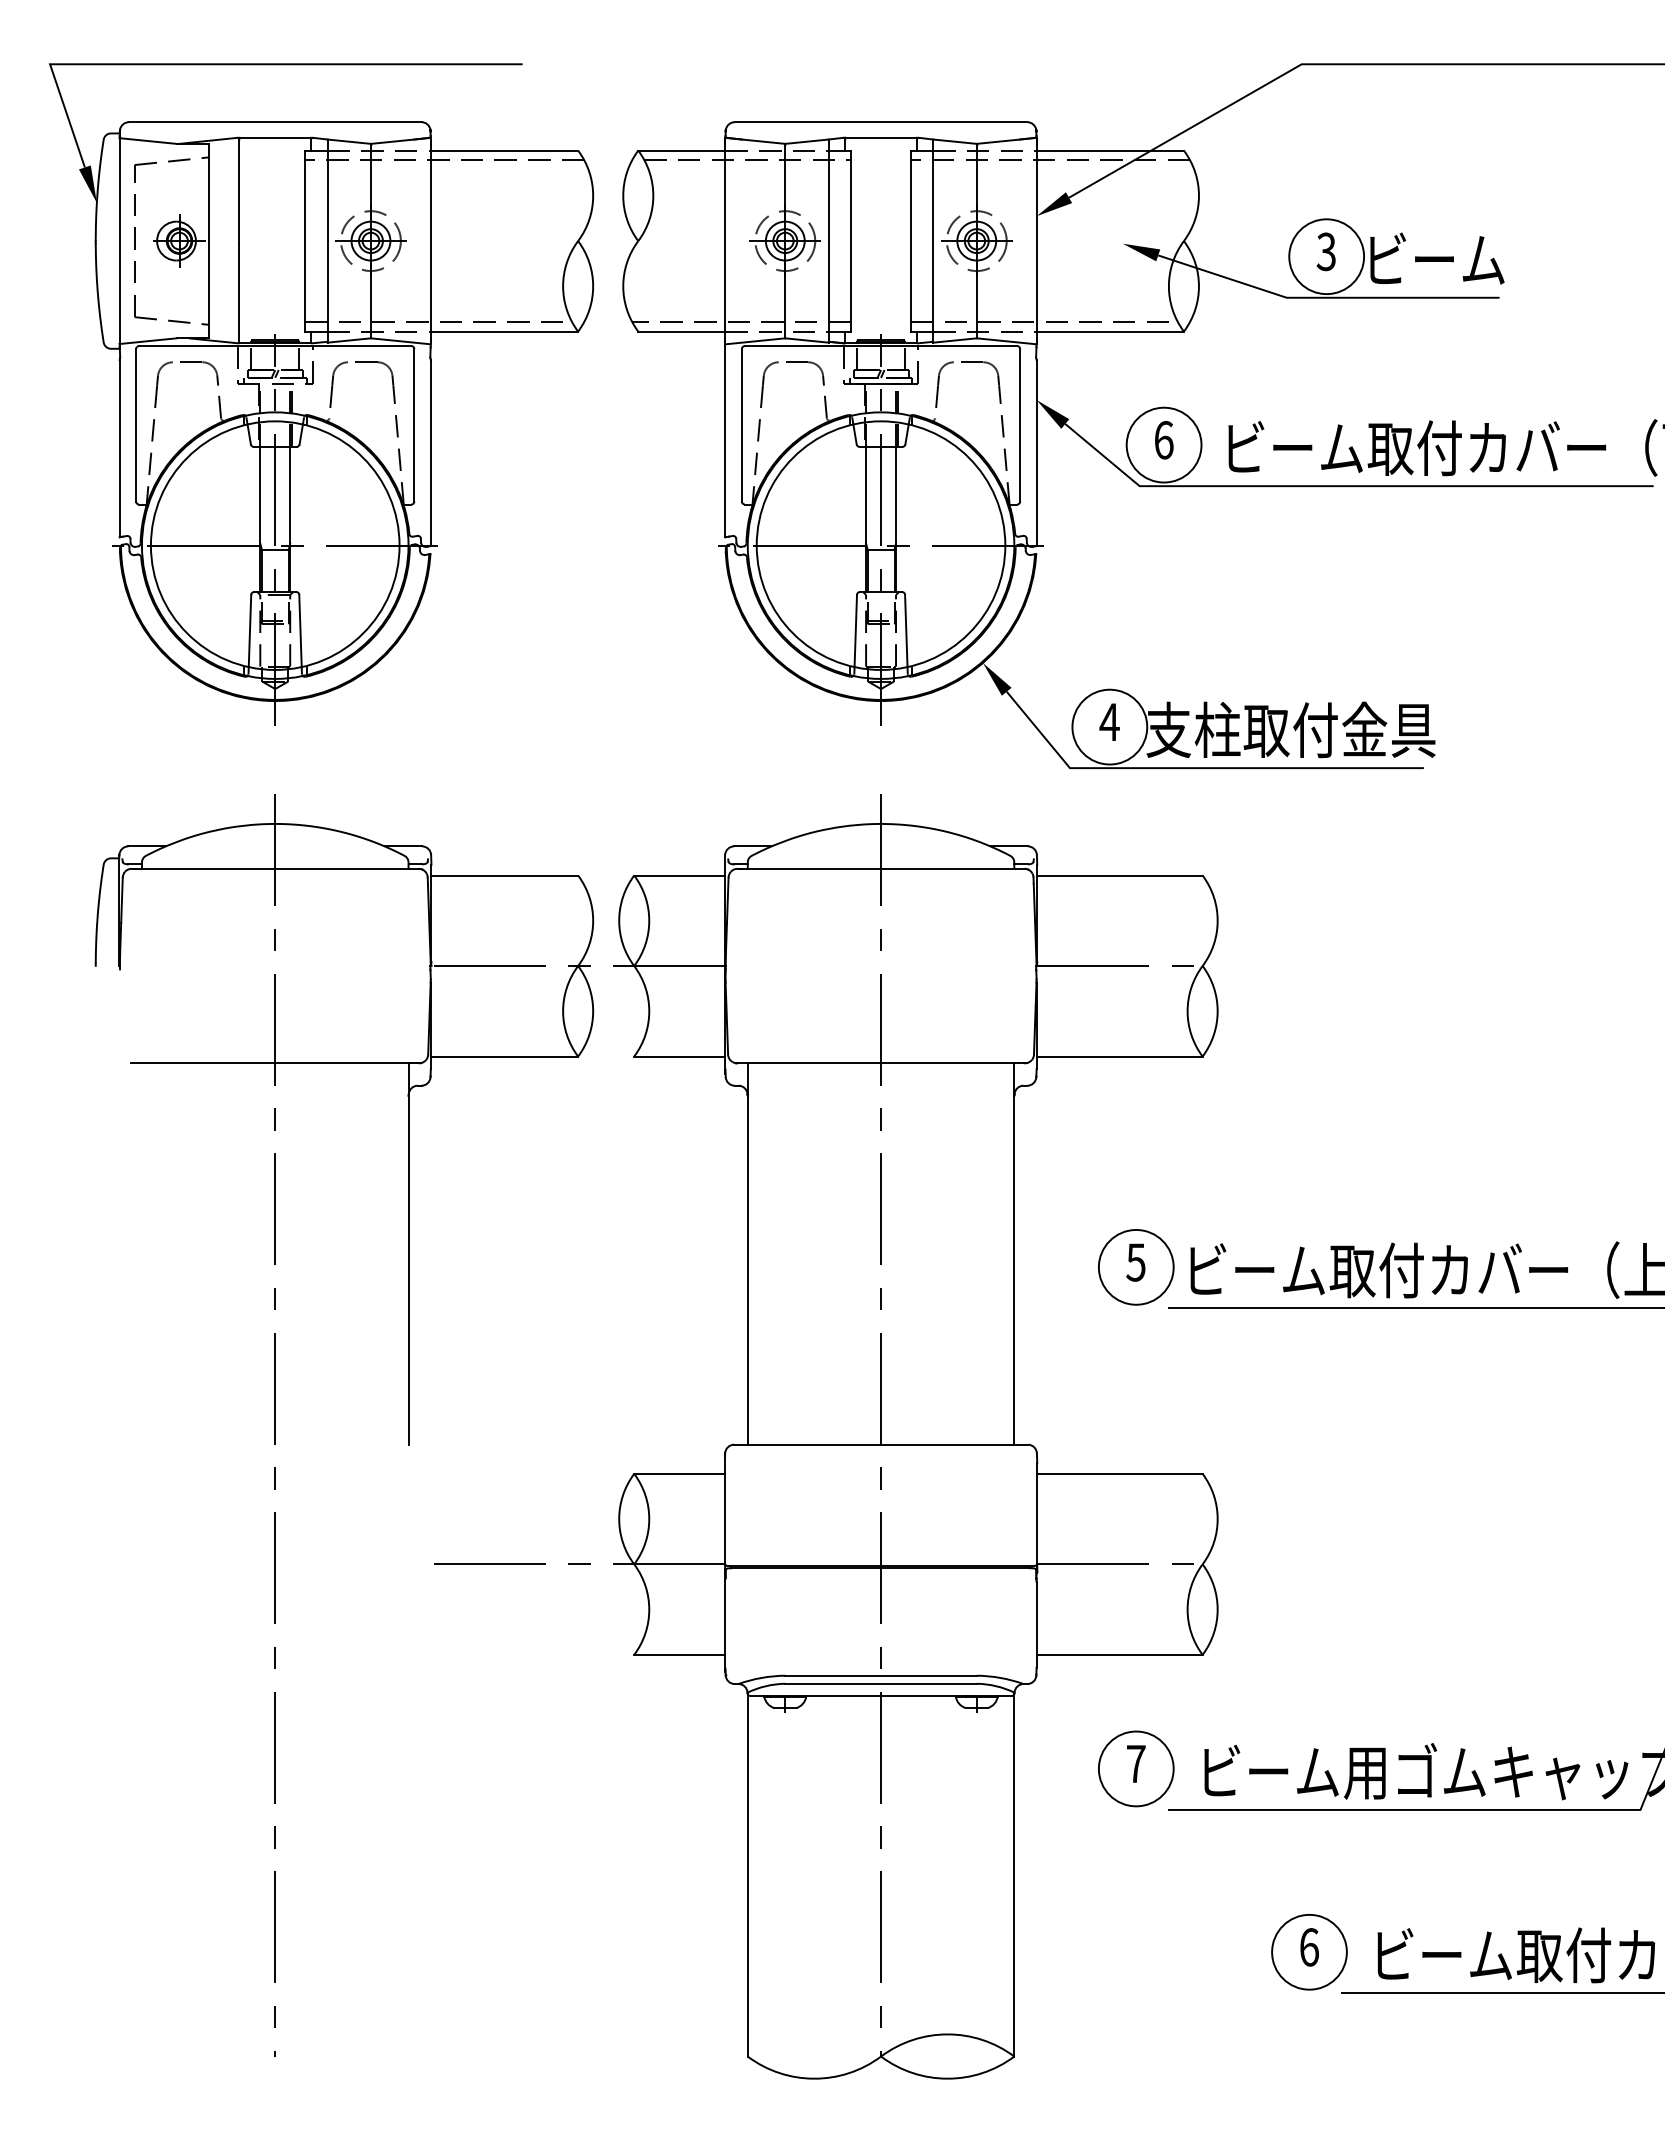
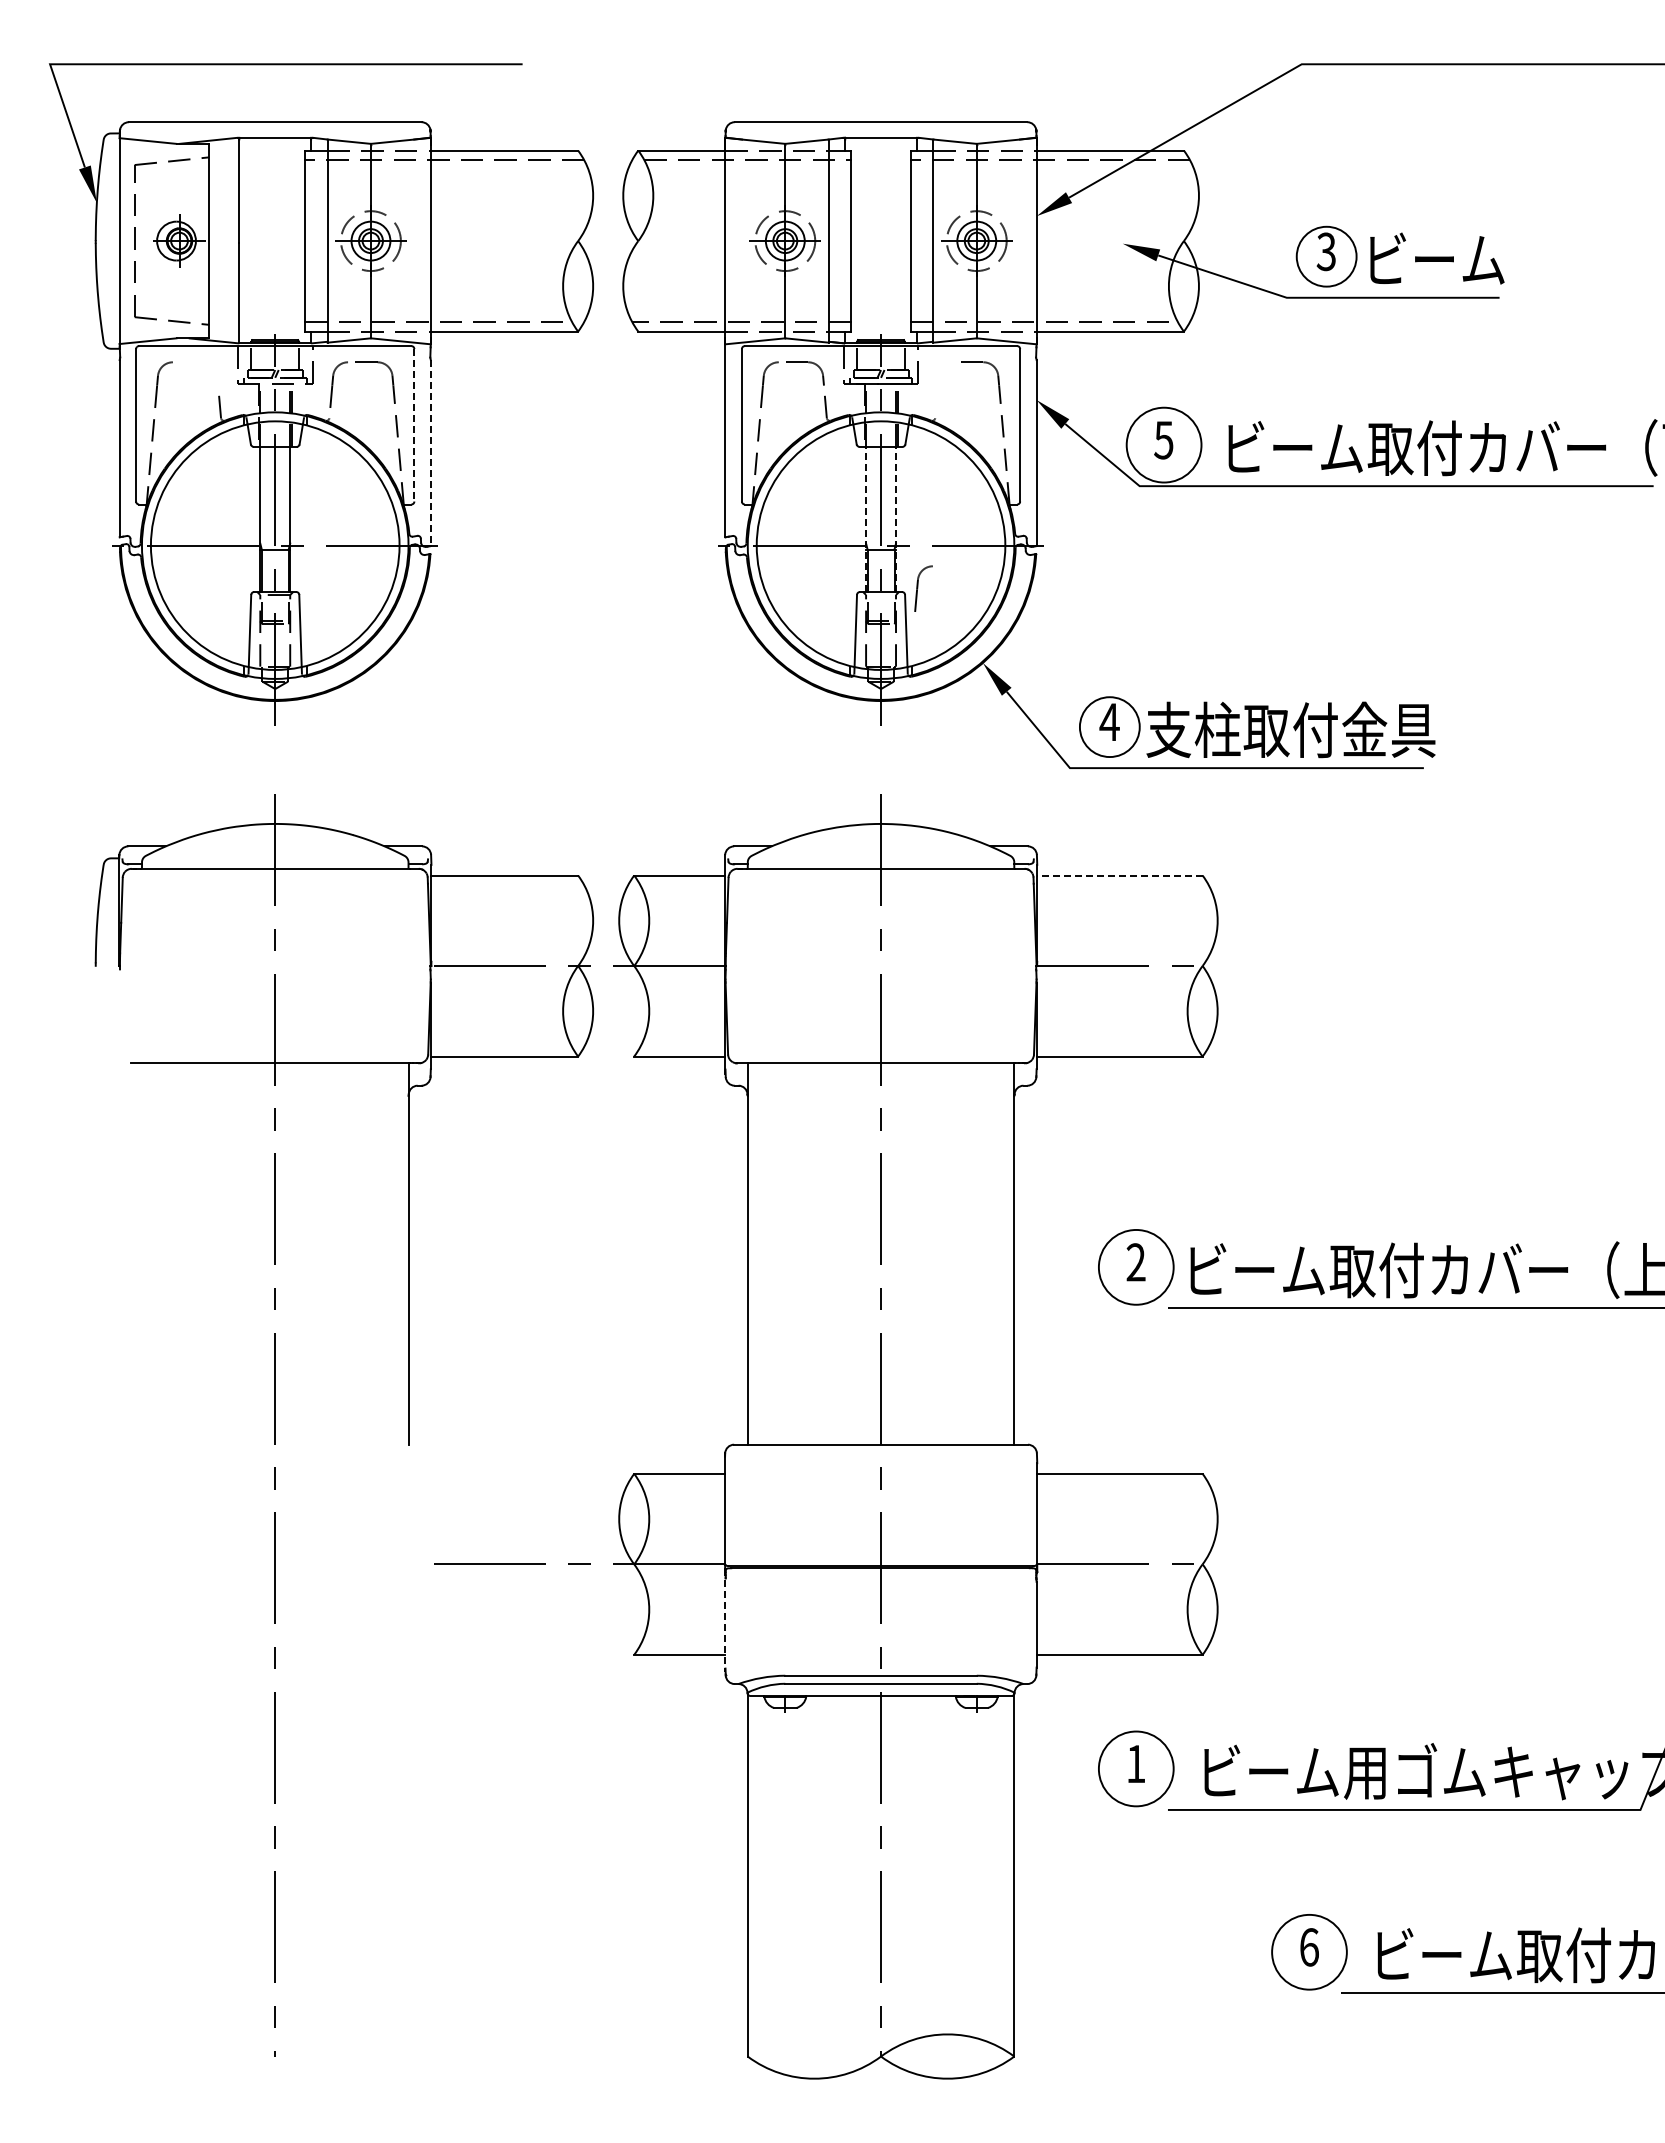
circle at (1326, 256) diameter: 75 px -> 60 px
part at (202, 363): present -> none
part at (944, 384) position: (944, 384) -> (923, 588)
line at (414, 425): solid -> dashed
text at (1163, 440): 6 -> 5
line at (430, 453): solid -> dashed
line at (866, 519): solid -> dashed
line at (896, 519): solid -> dashed
circle at (1109, 726) diameter: 75 px -> 60 px
line at (1119, 875): solid -> dashed
text at (1135, 1262): 5 -> 2
line at (725, 1621): solid -> dashed
text at (1136, 1763): 7 -> 1
